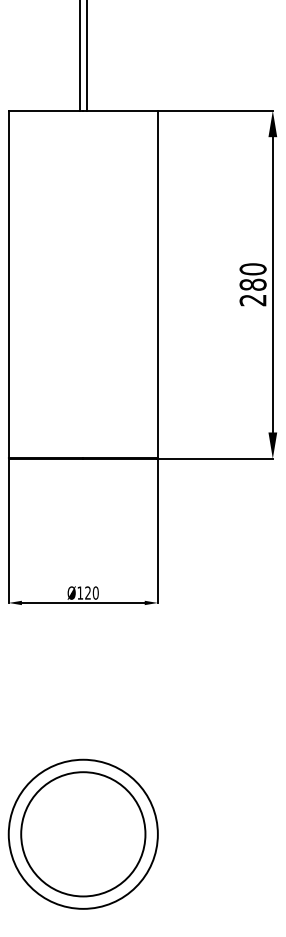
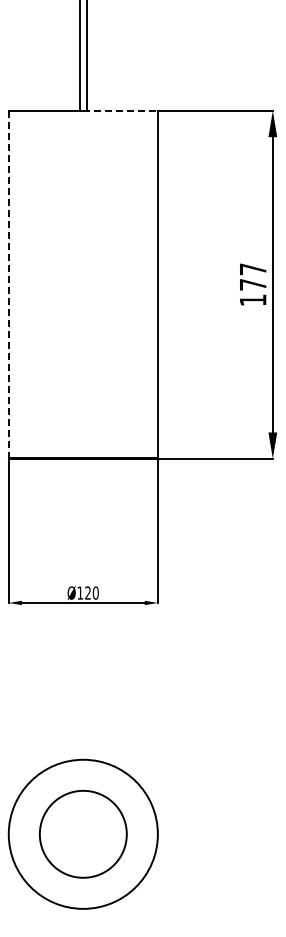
line at (121, 110): solid -> dashed
line at (8, 284): solid -> dashed
text at (252, 284): 280 -> 177
circle at (83, 834) diameter: 124 px -> 87 px
